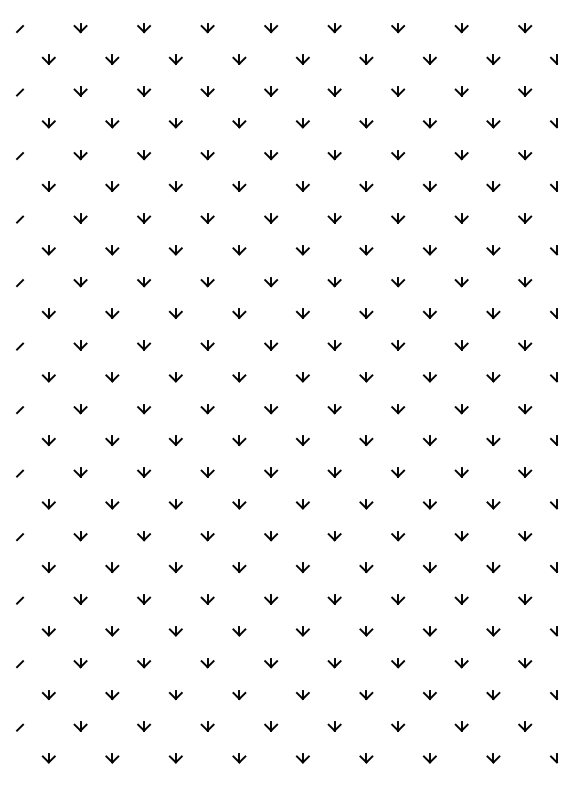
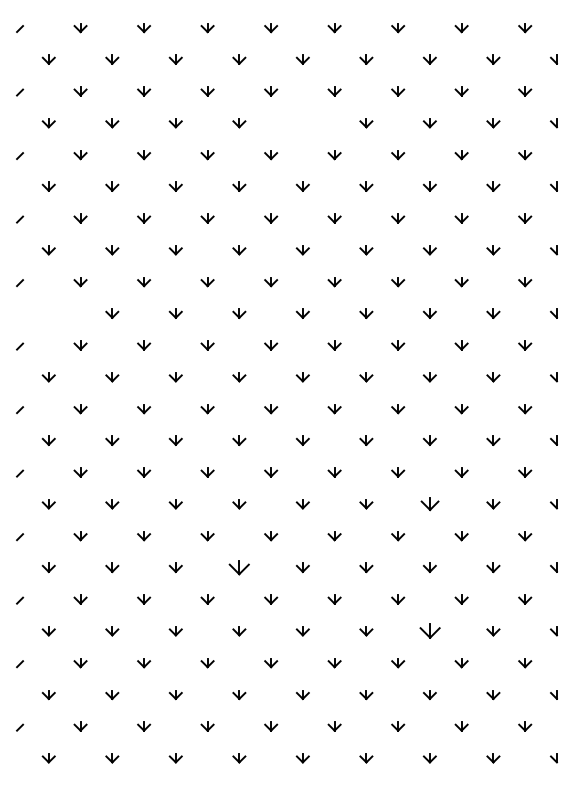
part at (302, 123): present -> none
part at (48, 313): present -> none
part at (429, 504) size: 15x11 px -> 20x15 px
part at (239, 567) size: 15x12 px -> 22x16 px
part at (429, 631) size: 15x11 px -> 22x16 px
